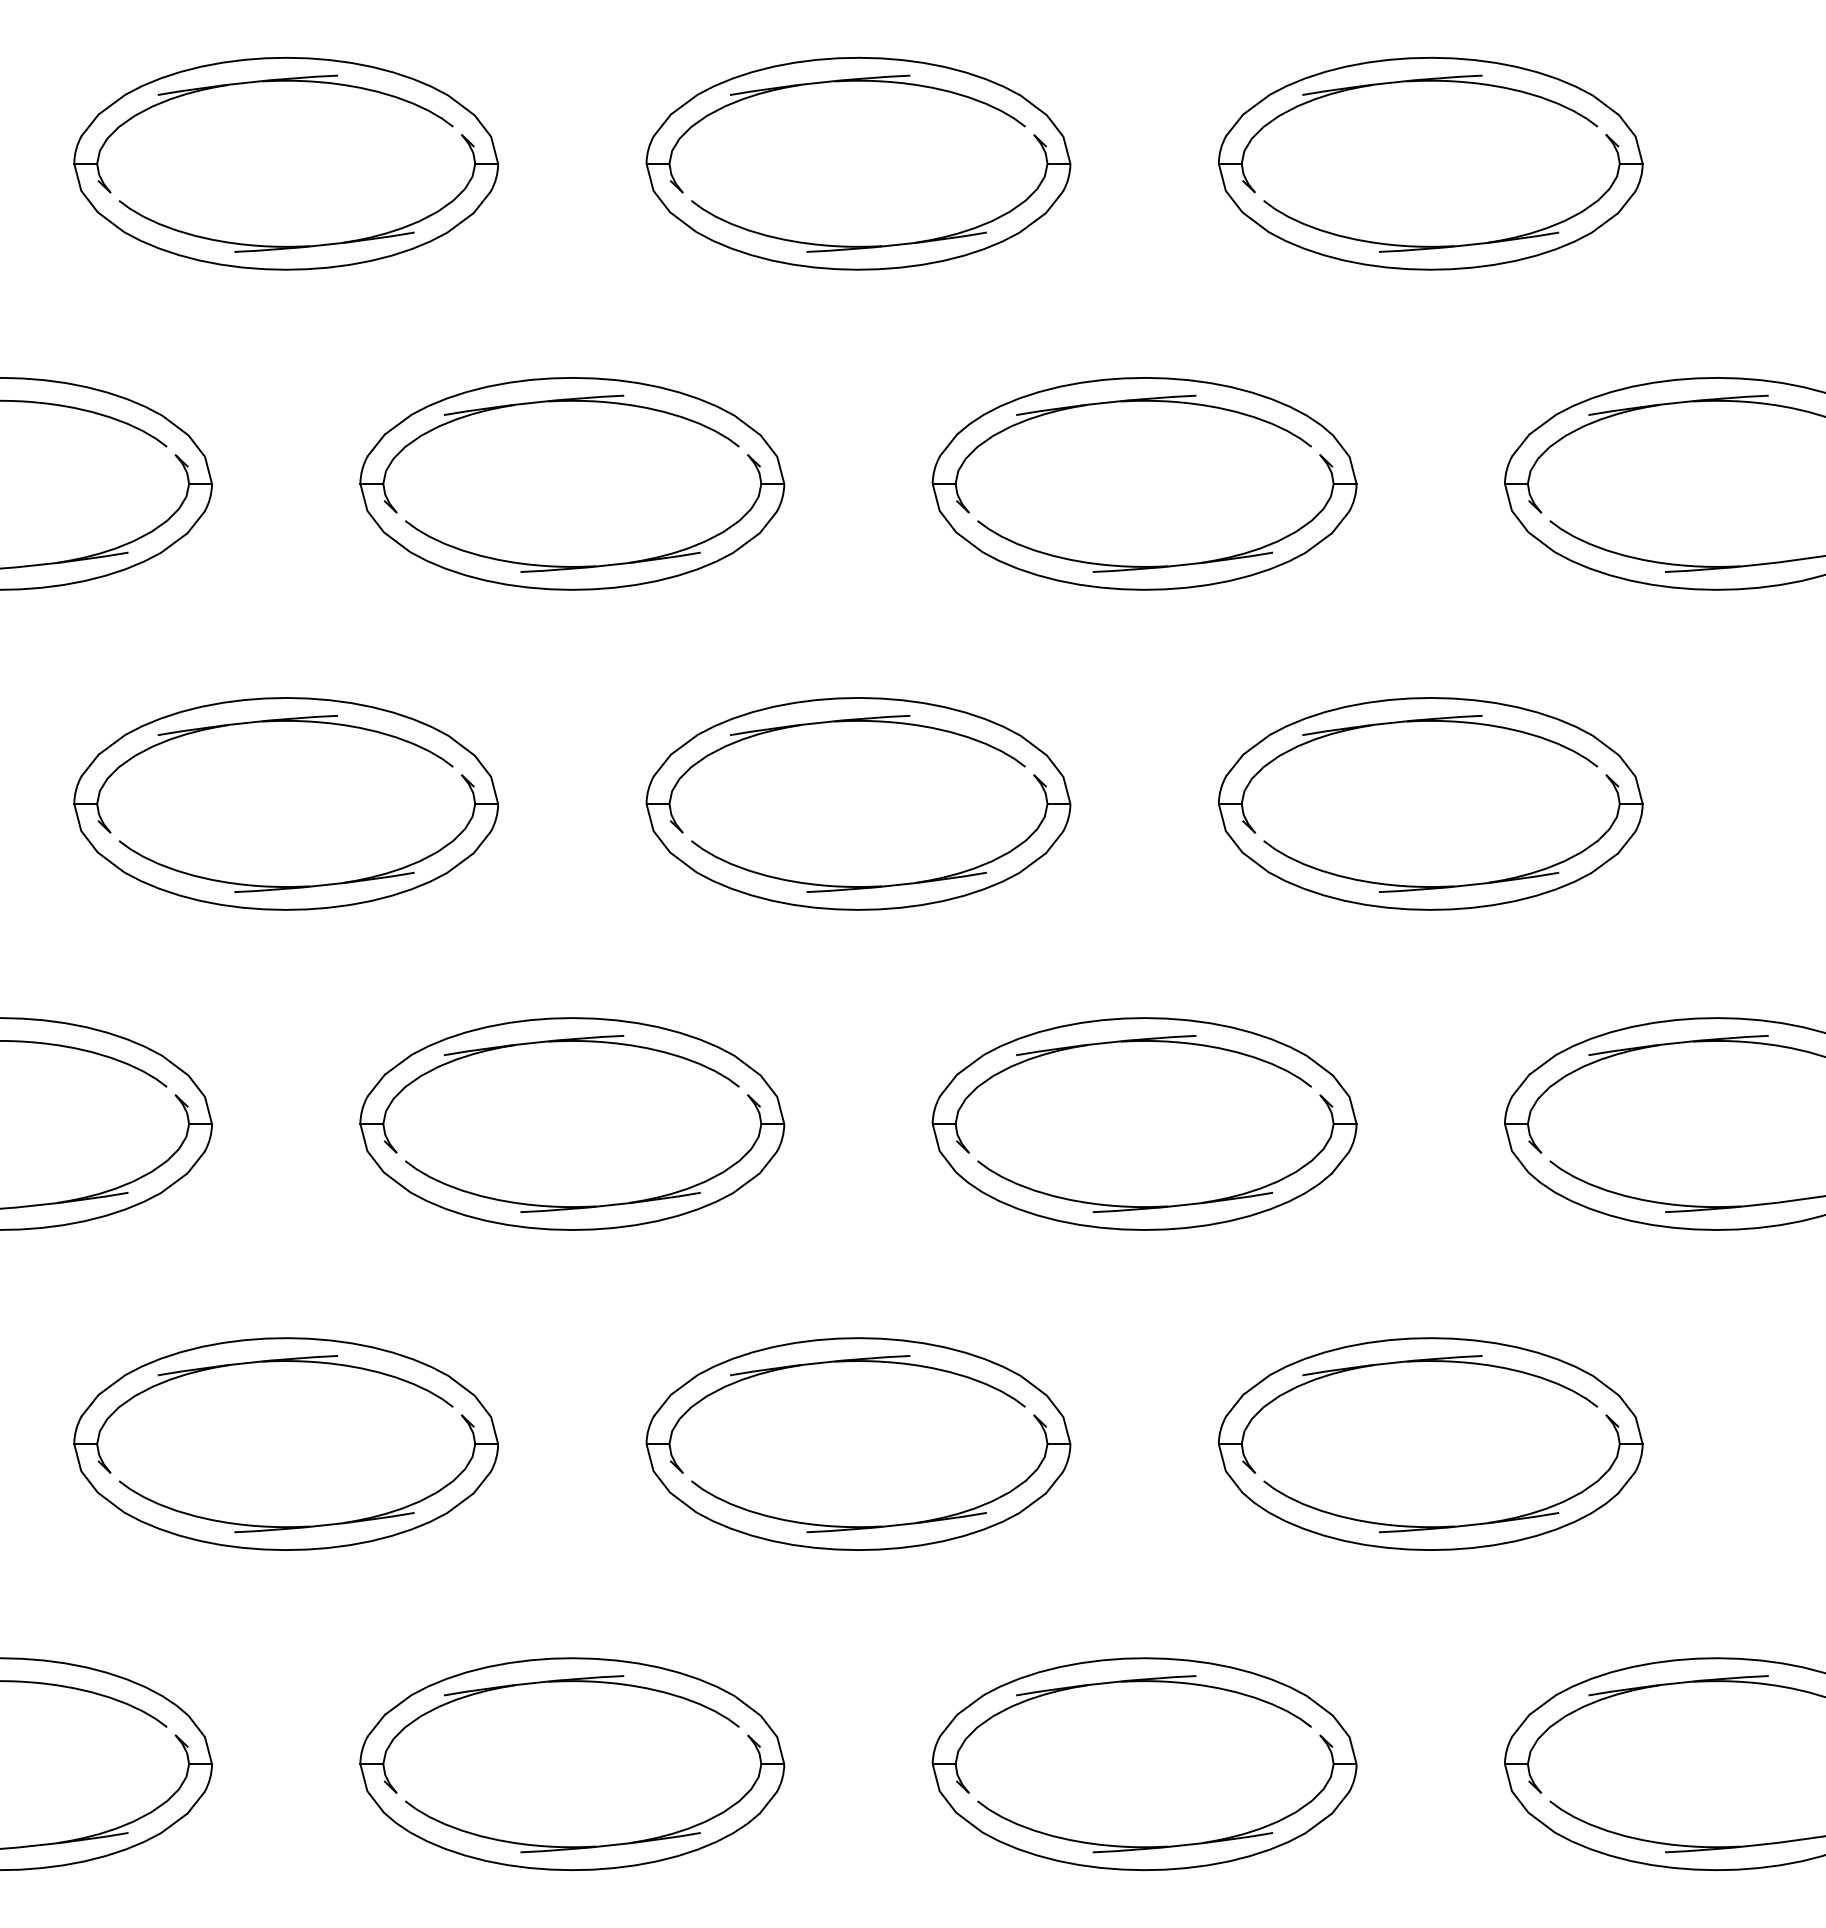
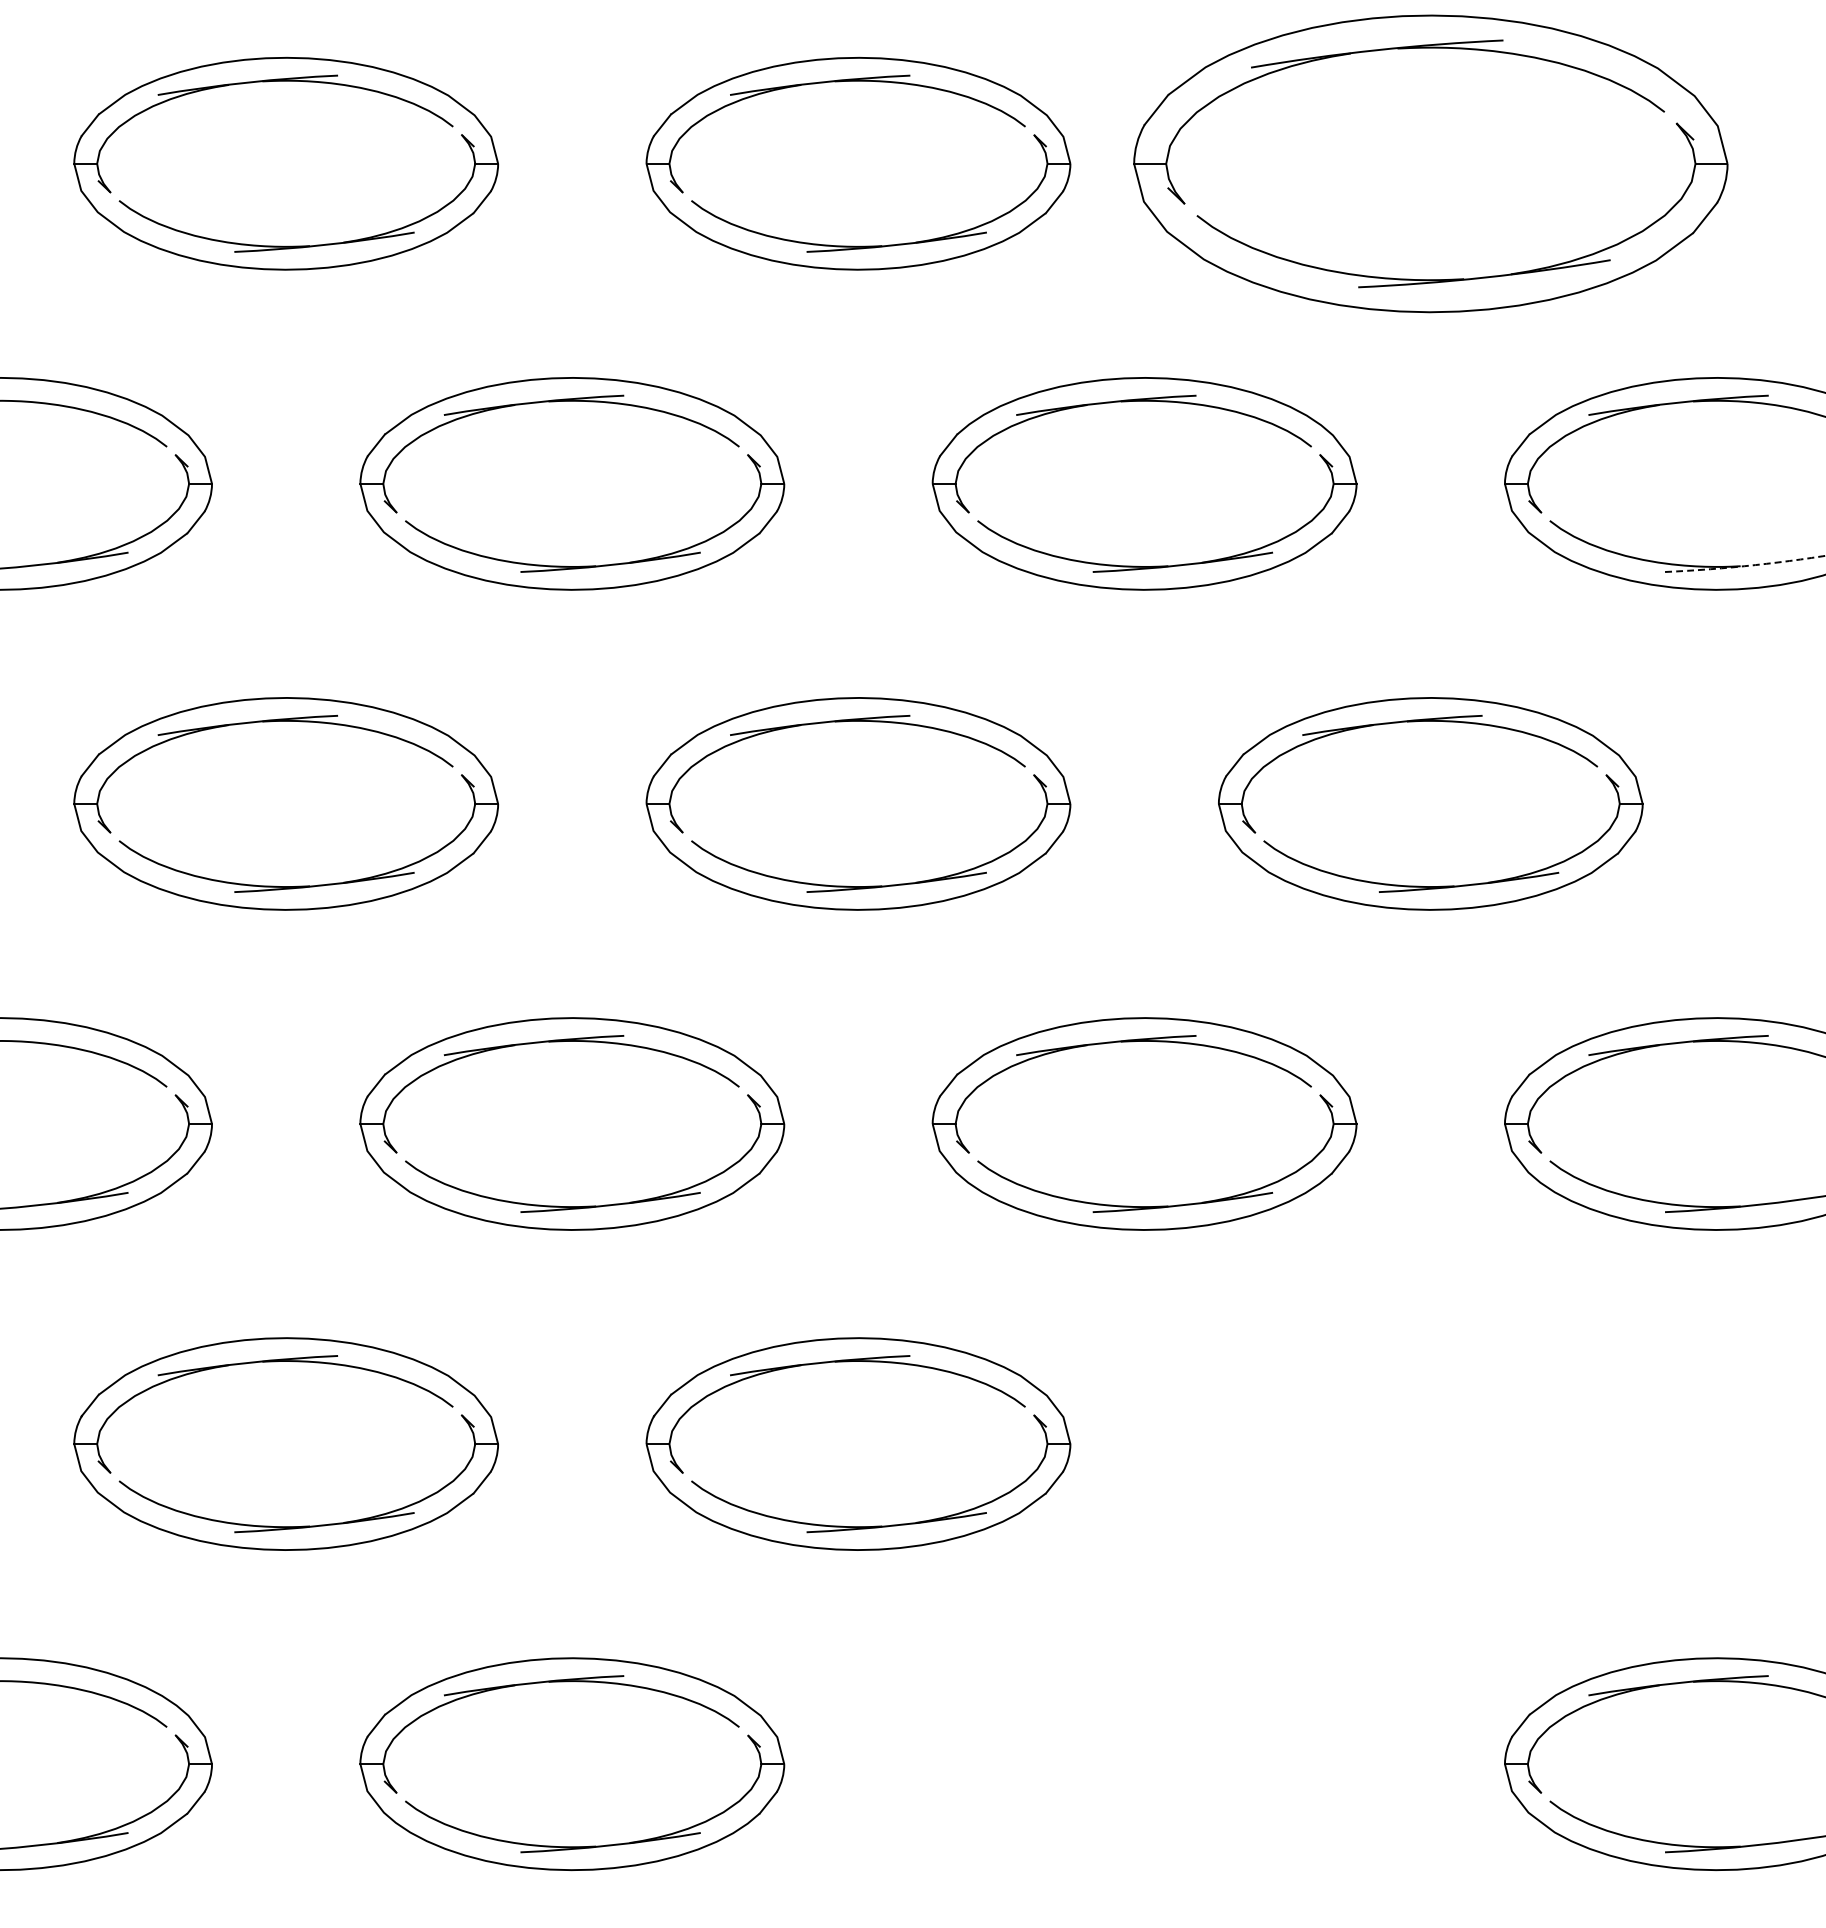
part at (1430, 163) size: 427x215 px -> 596x300 px
arc at (1746, 565): solid -> dashed
part at (1430, 1443): present -> none
part at (1144, 1763): present -> none
